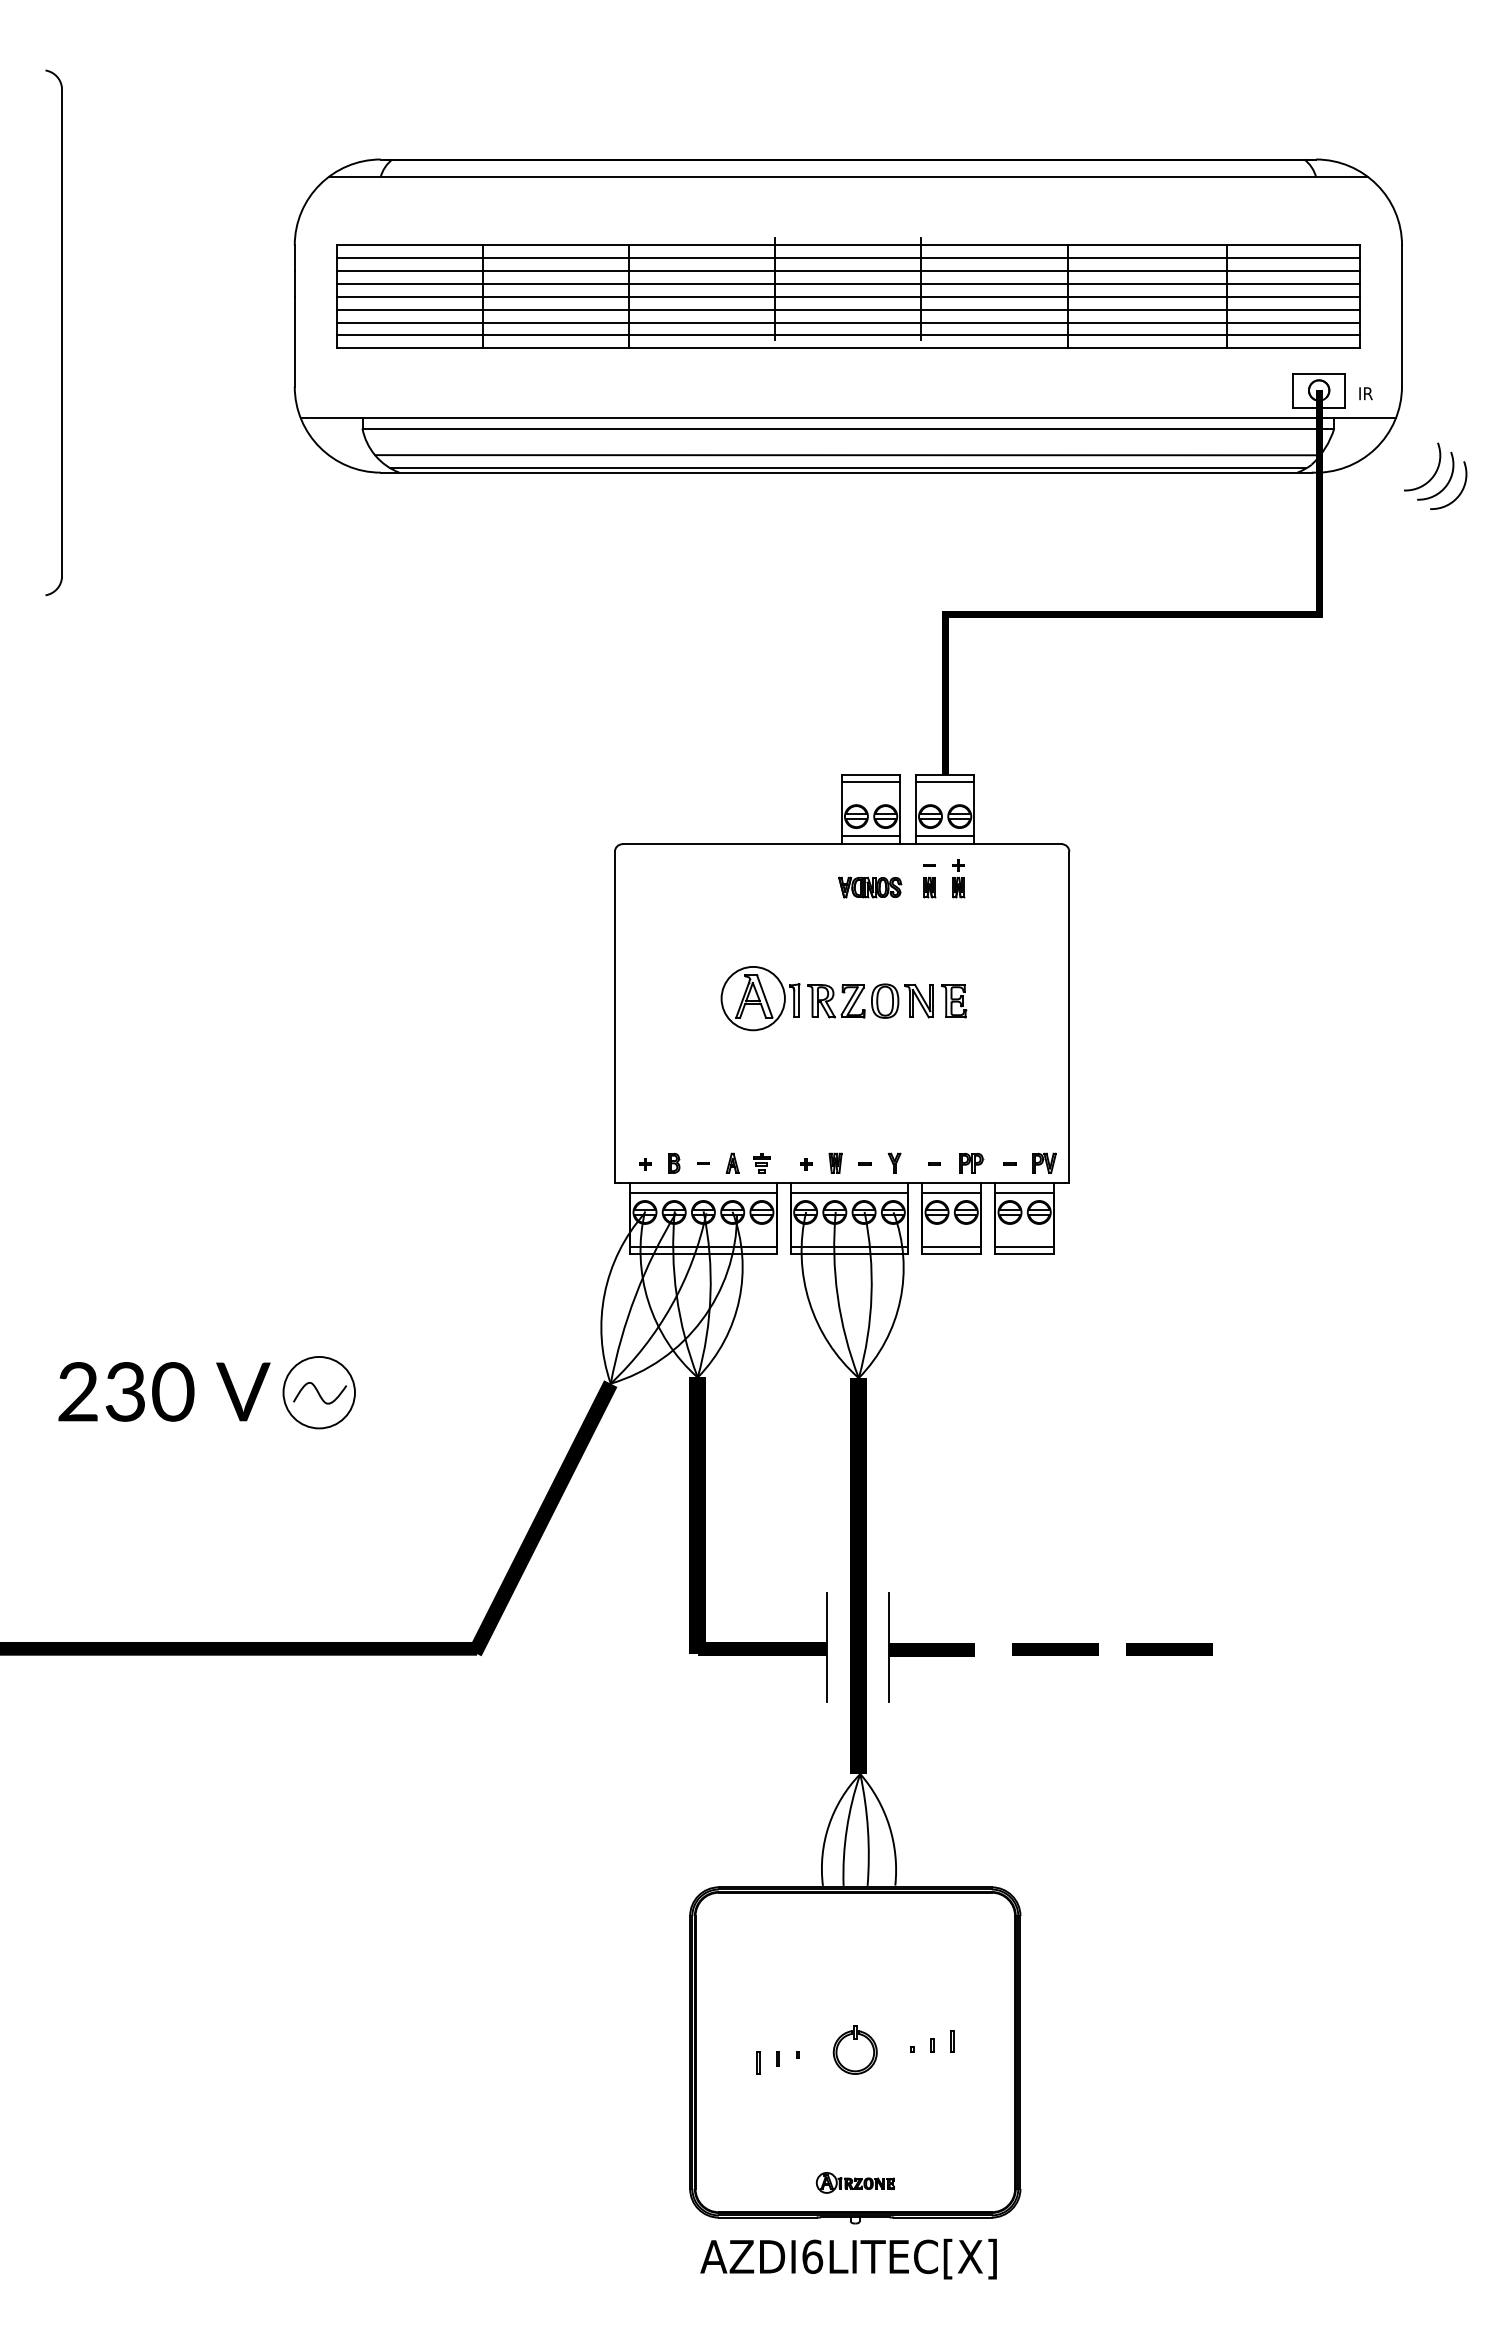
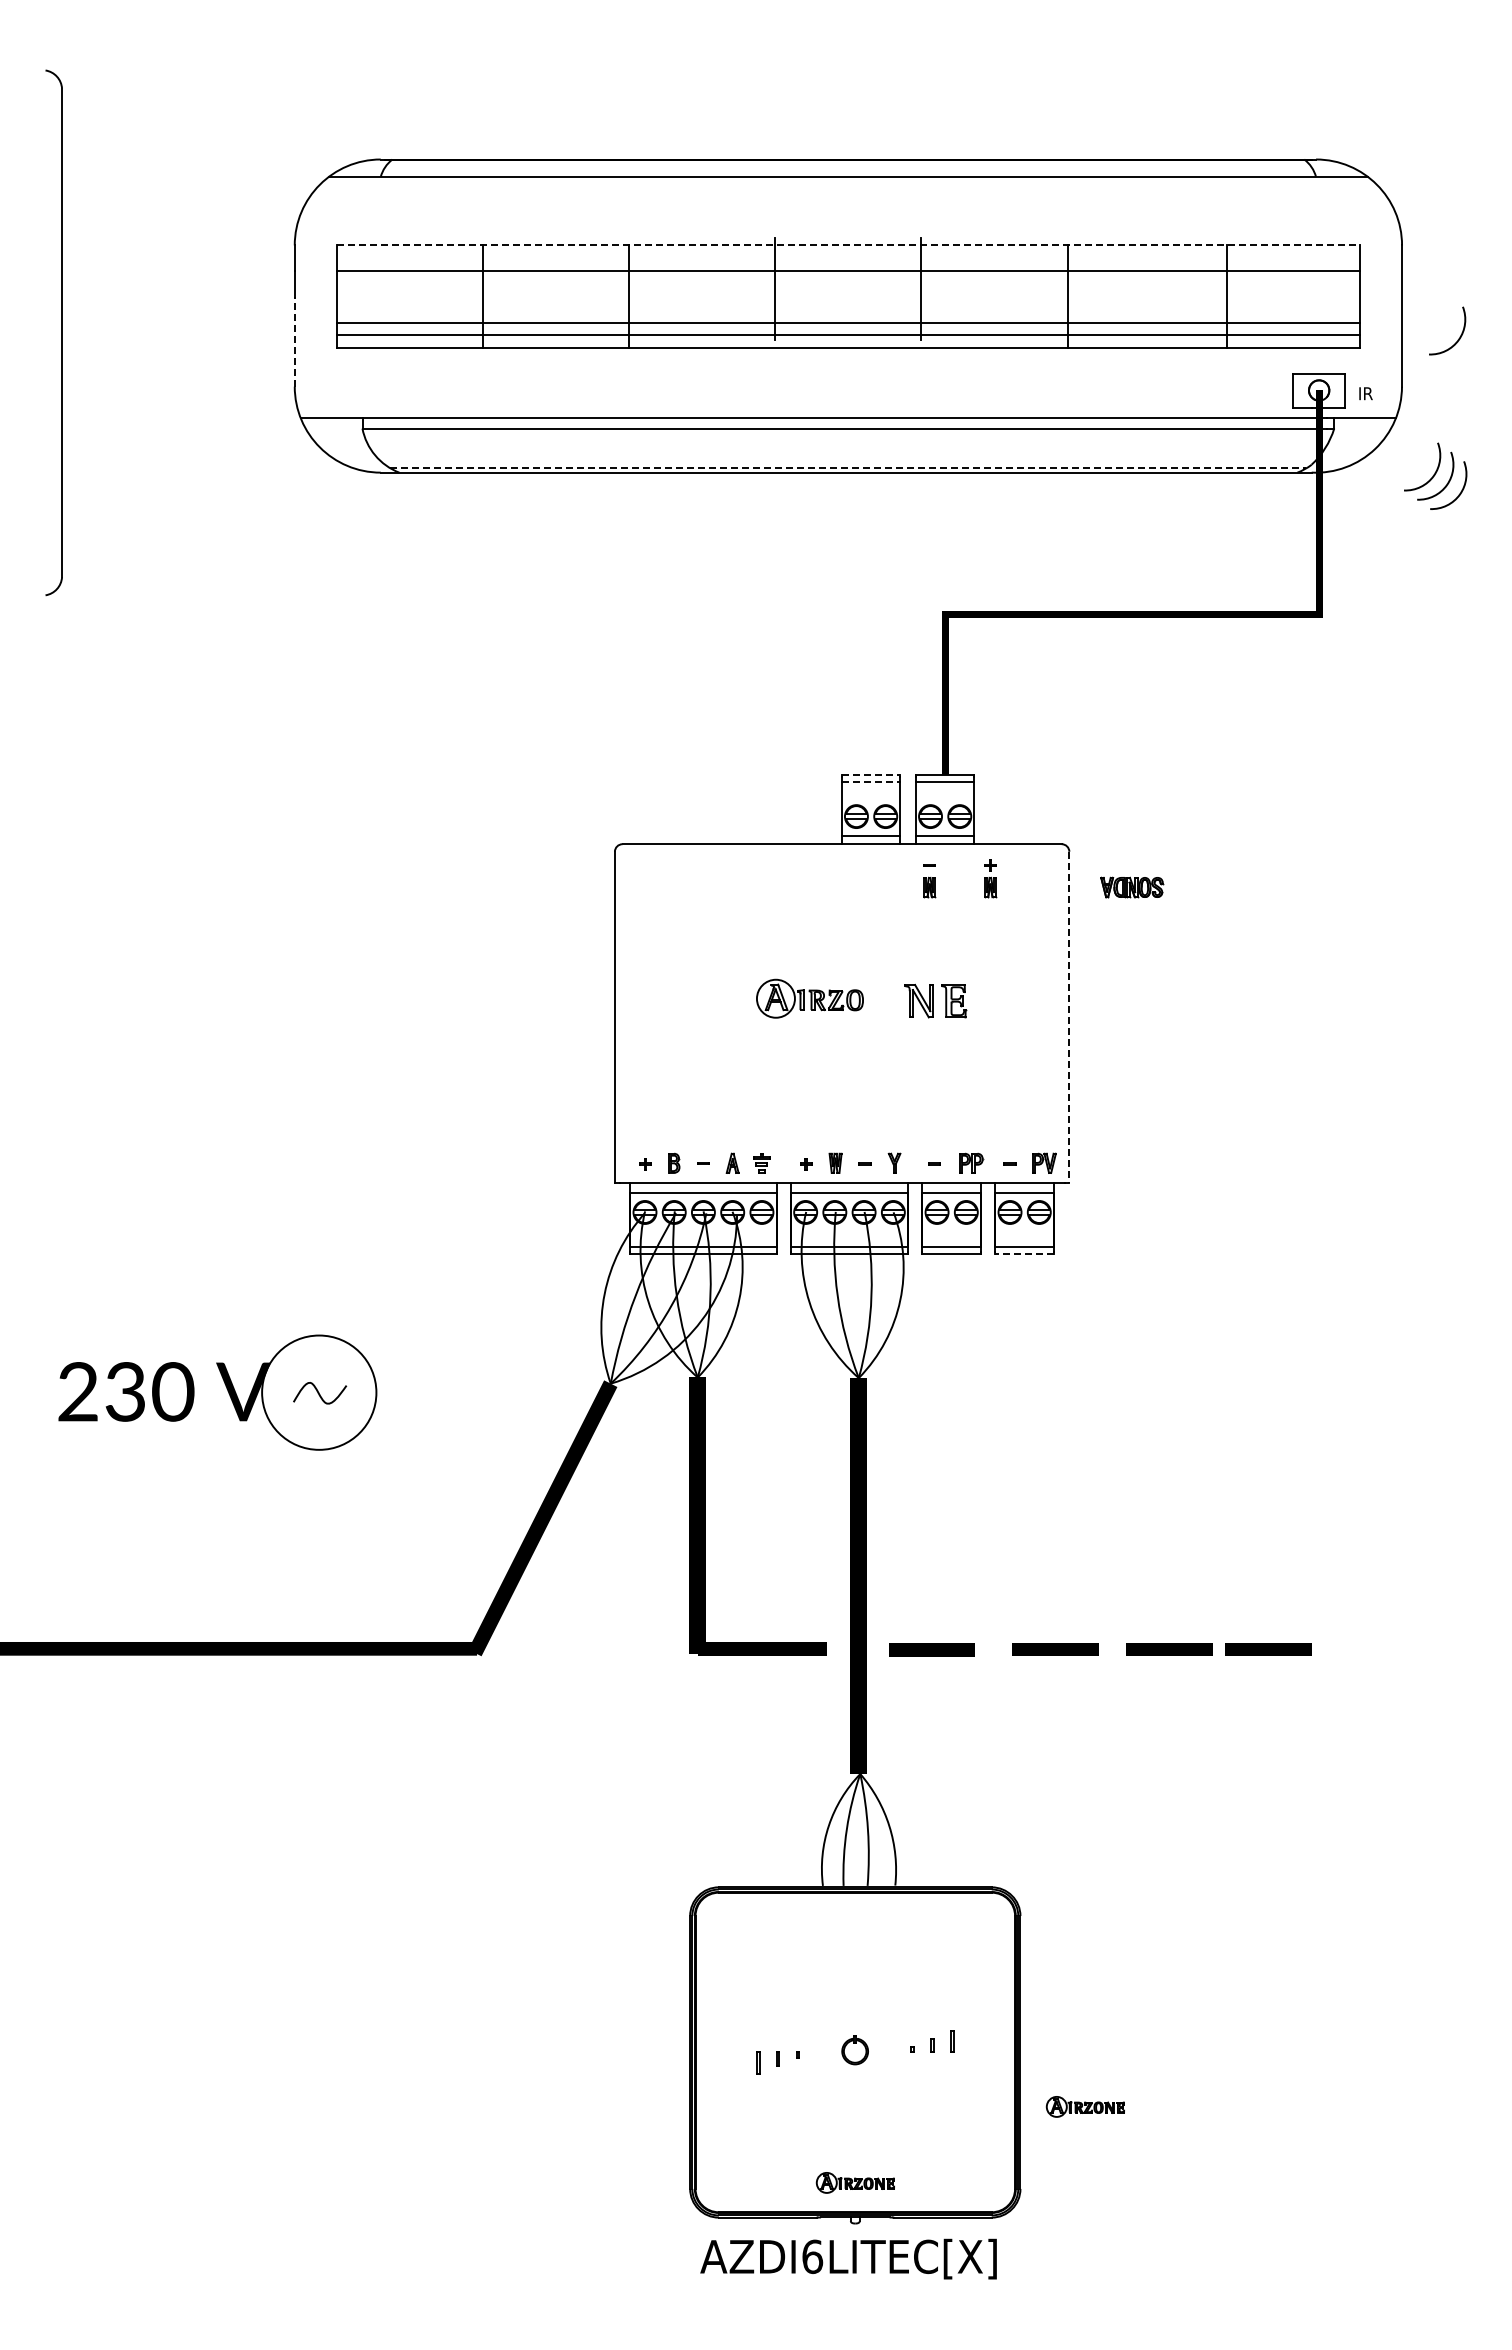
line at (848, 245): solid -> dashed
line at (847, 258): present -> none
line at (847, 283): present -> none
line at (847, 296): present -> none
line at (847, 309): present -> none
arc at (1459, 336): none -> present
line at (294, 341): solid -> dashed
line at (847, 455): present -> none
line at (848, 468): solid -> dashed
line at (871, 775): solid -> dashed
line at (871, 782): solid -> dashed
part at (958, 878) position: (958, 878) -> (990, 878)
part at (870, 887) position: (870, 887) -> (1132, 887)
part at (809, 998) size: 180x66 px -> 108x41 px
line at (1069, 1017): solid -> dashed
line at (1024, 1253): solid -> dashed
circle at (318, 1392) diameter: 71 px -> 114 px
line at (826, 1647): present -> none
line at (889, 1647): present -> none
line at (1268, 1649): none -> present
part at (854, 2049) size: 46x50 px -> 28x31 px
part at (1084, 2106): none -> present
